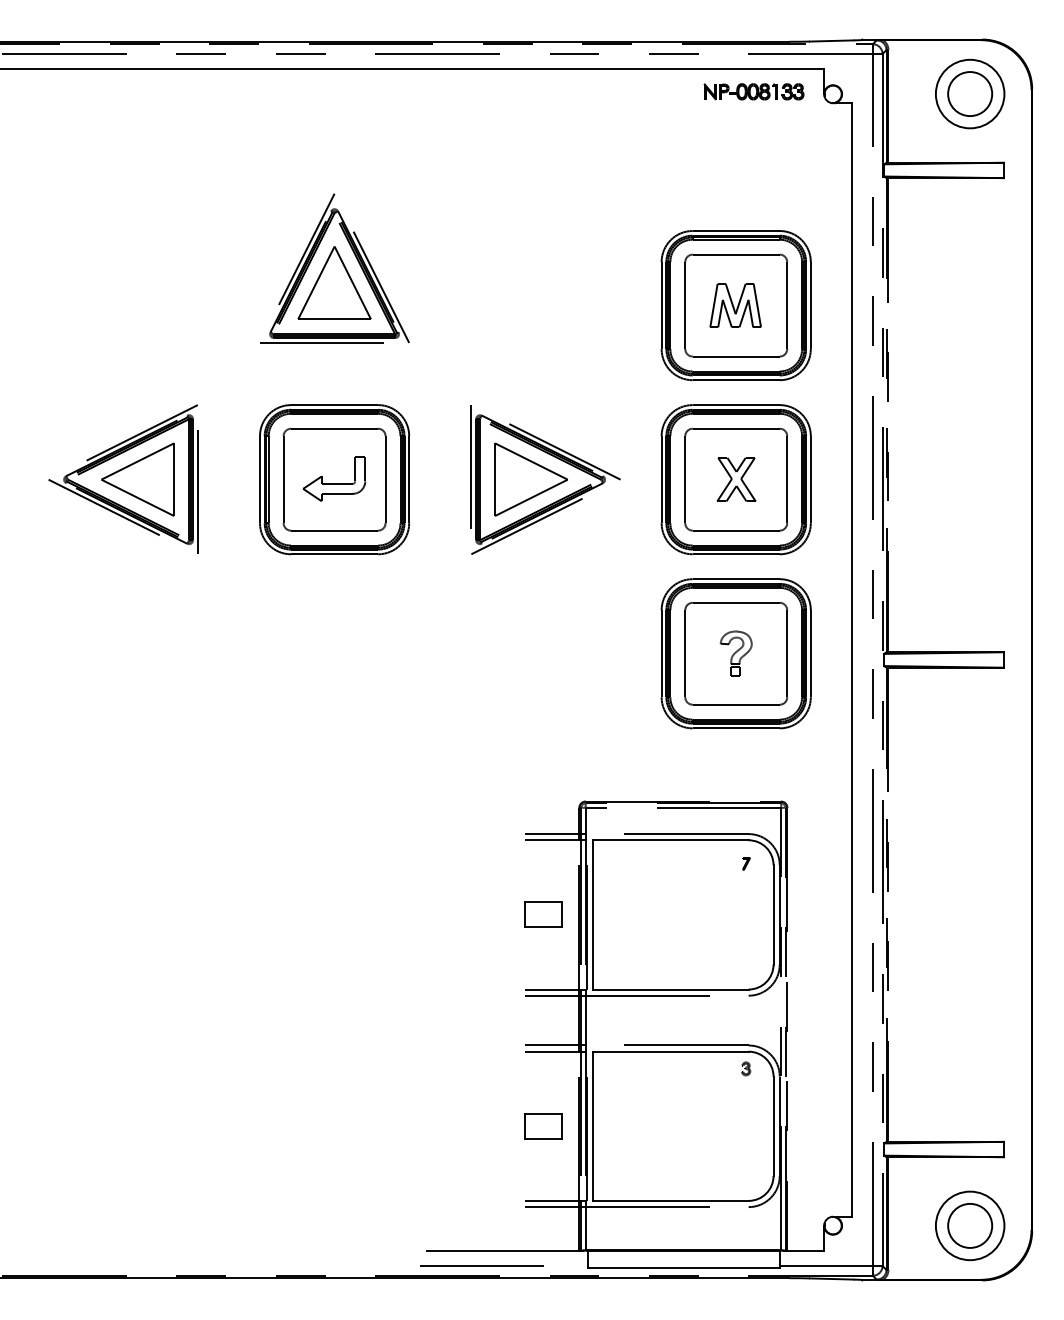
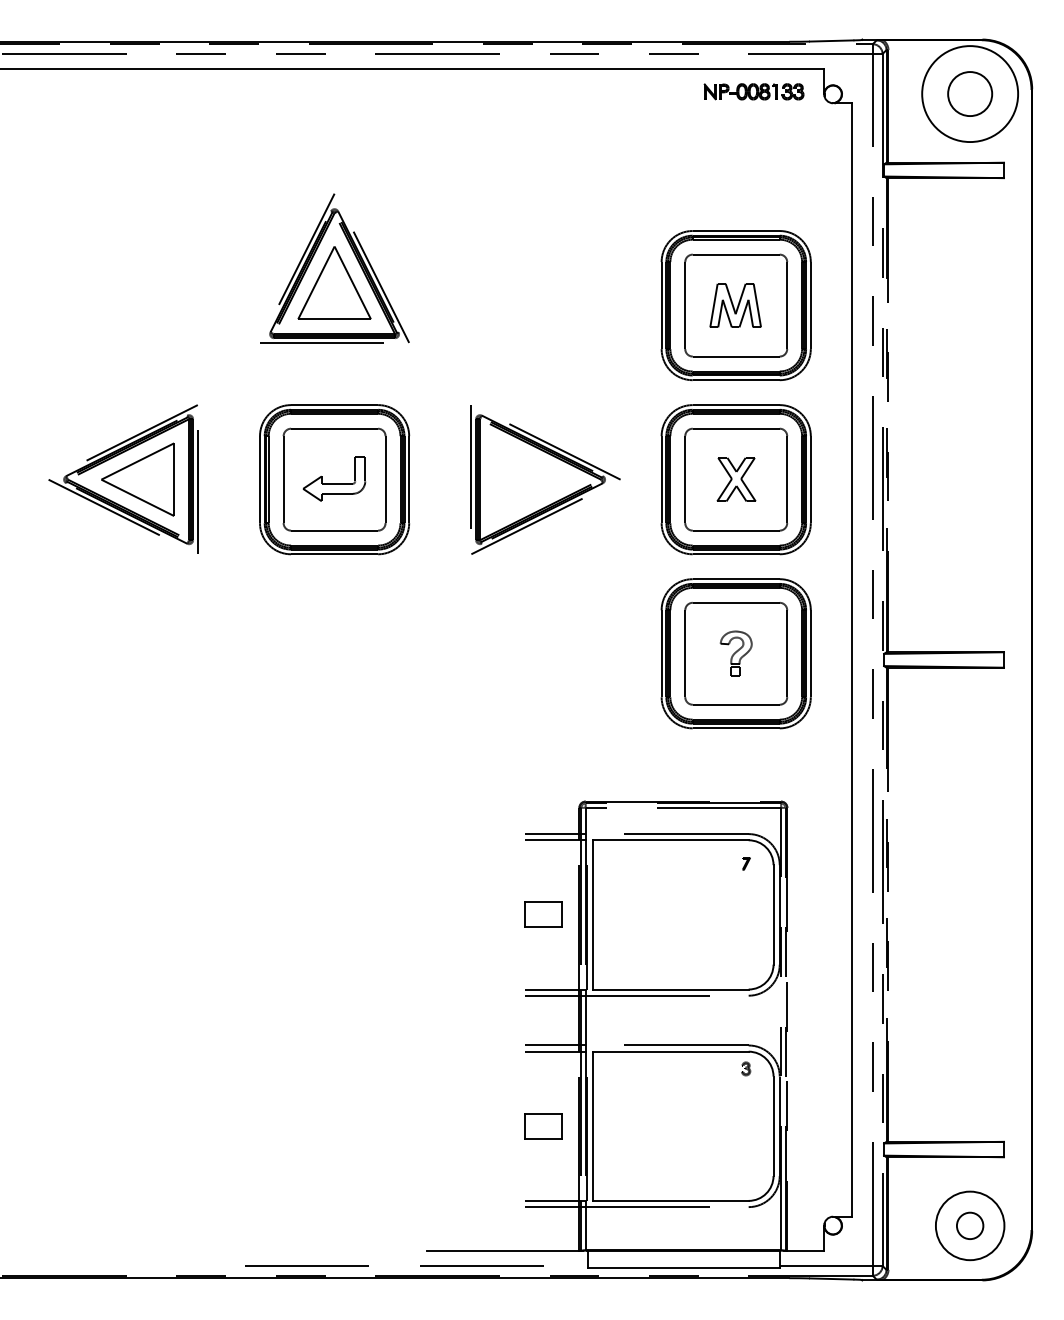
circle at (969, 93) diameter: 69 px -> 96 px
part at (530, 479): present -> none
circle at (970, 1225) diameter: 44 px -> 26 px
line at (306, 1265): none -> present
